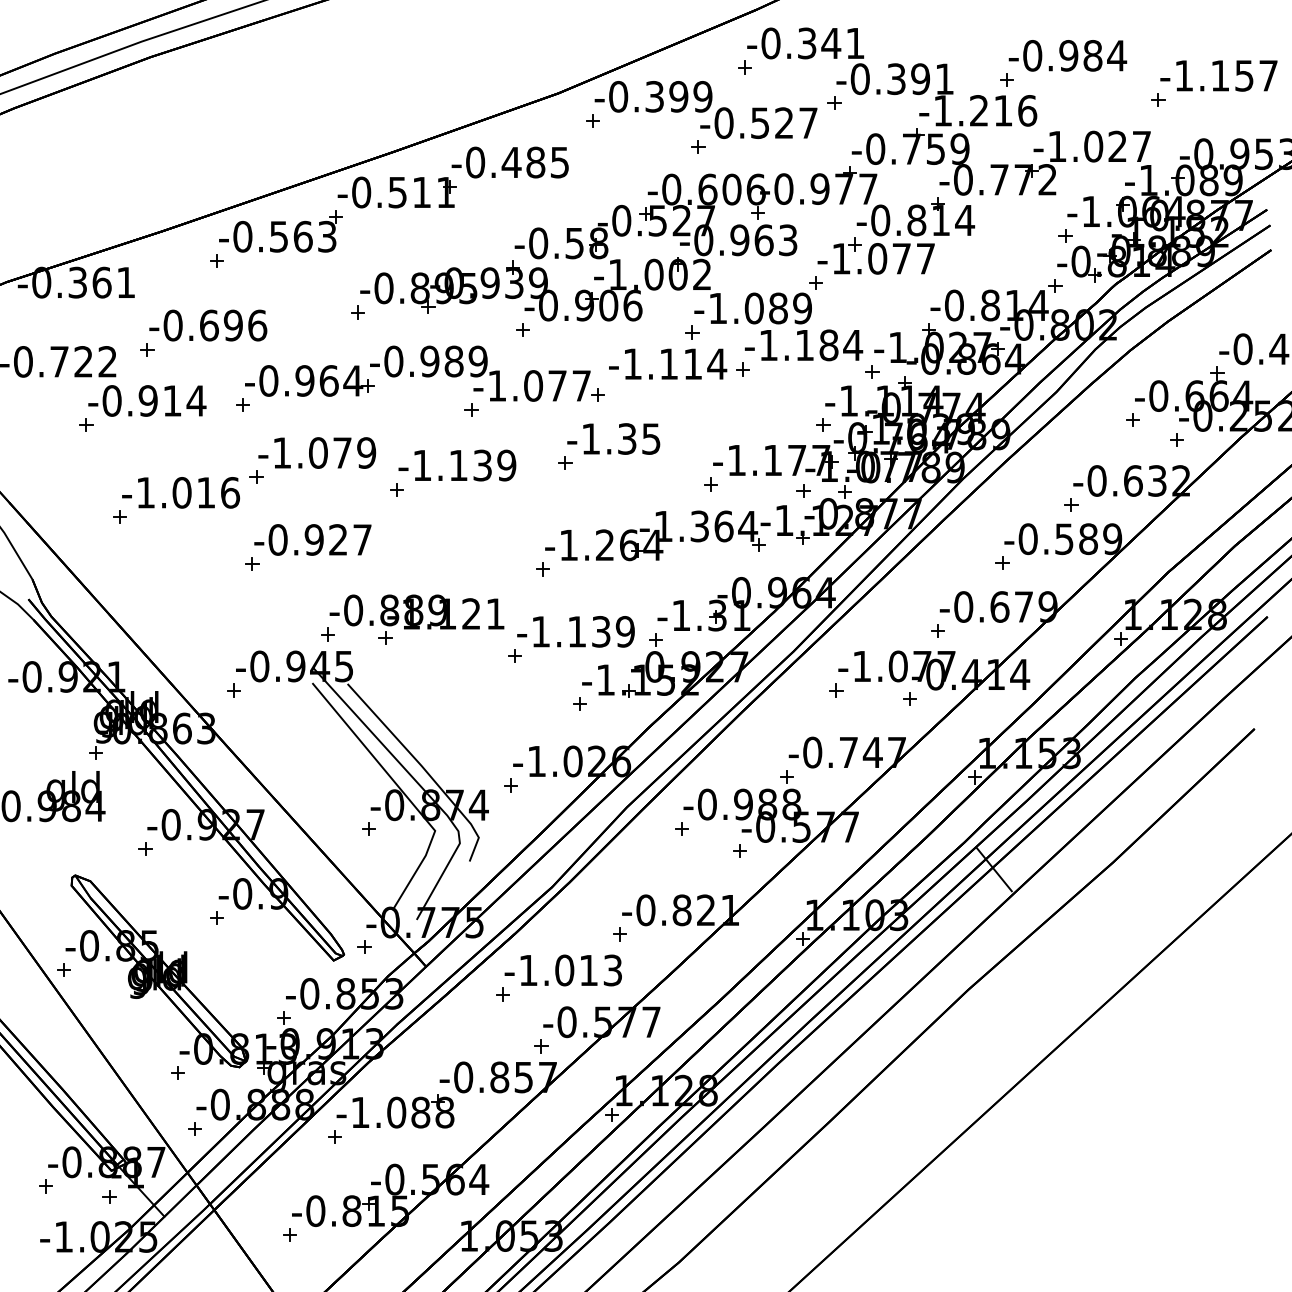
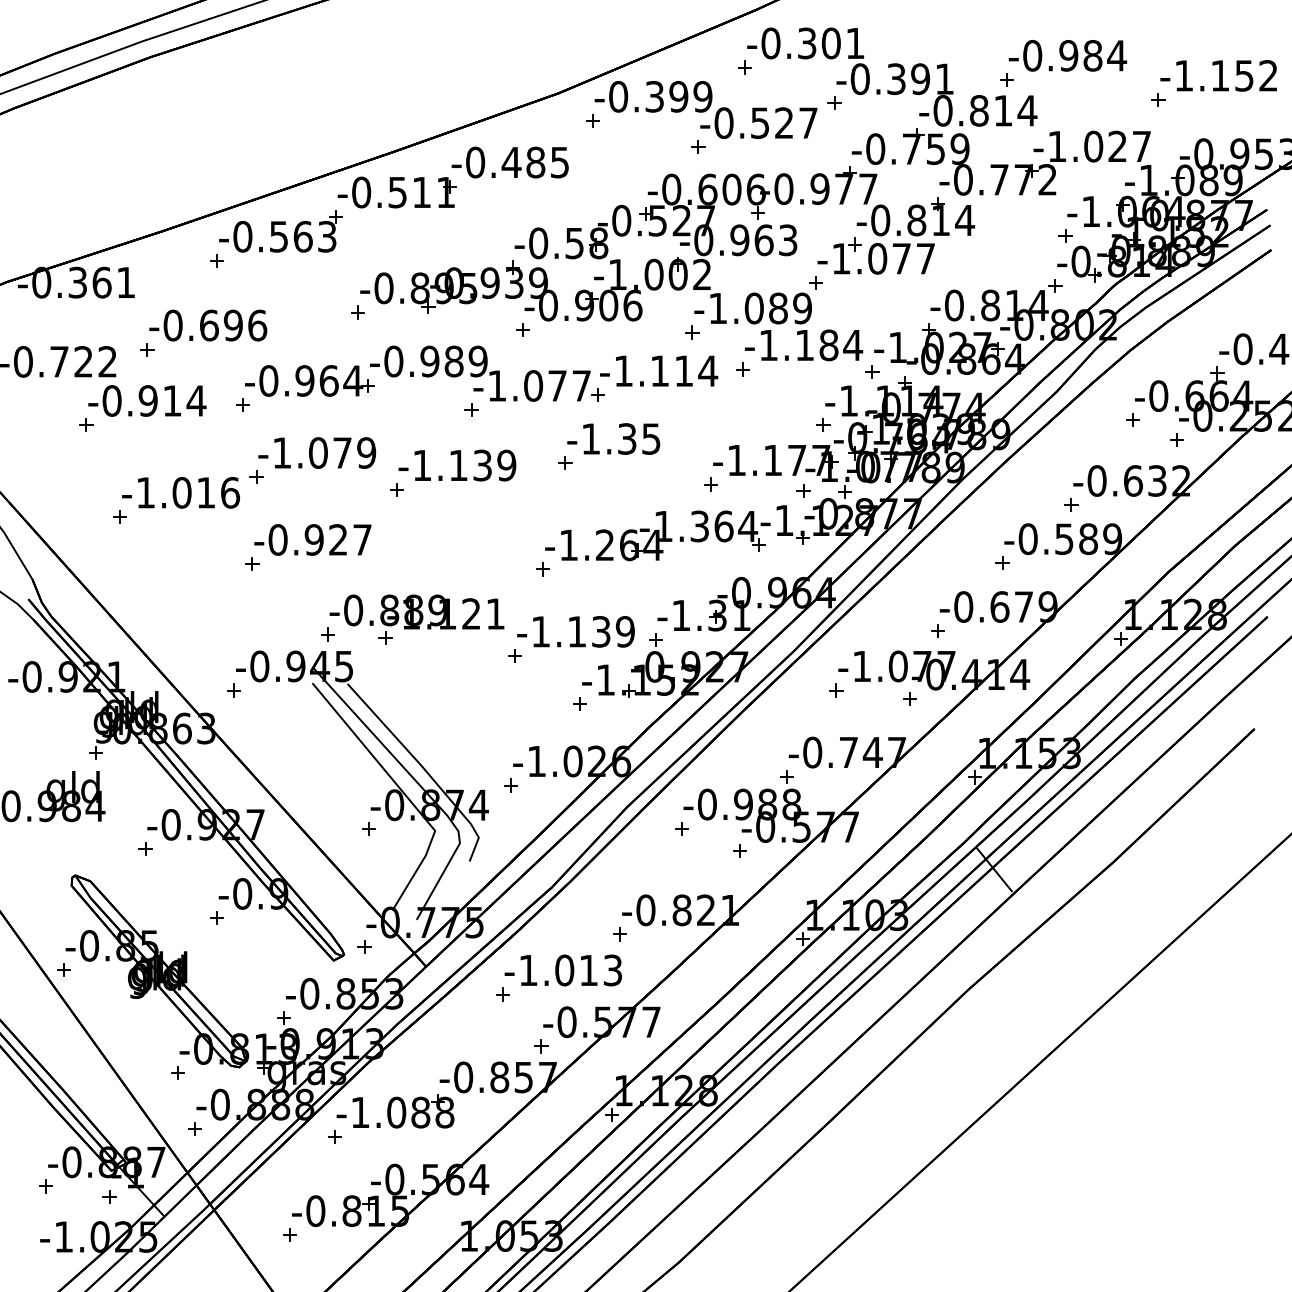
text at (831, 43): -0.341 -> -0.301
text at (1268, 75): -1.157 -> -1.152
text at (985, 110): -1.216 -> -0.814
text at (668, 363) position: (668, 363) -> (659, 370)
